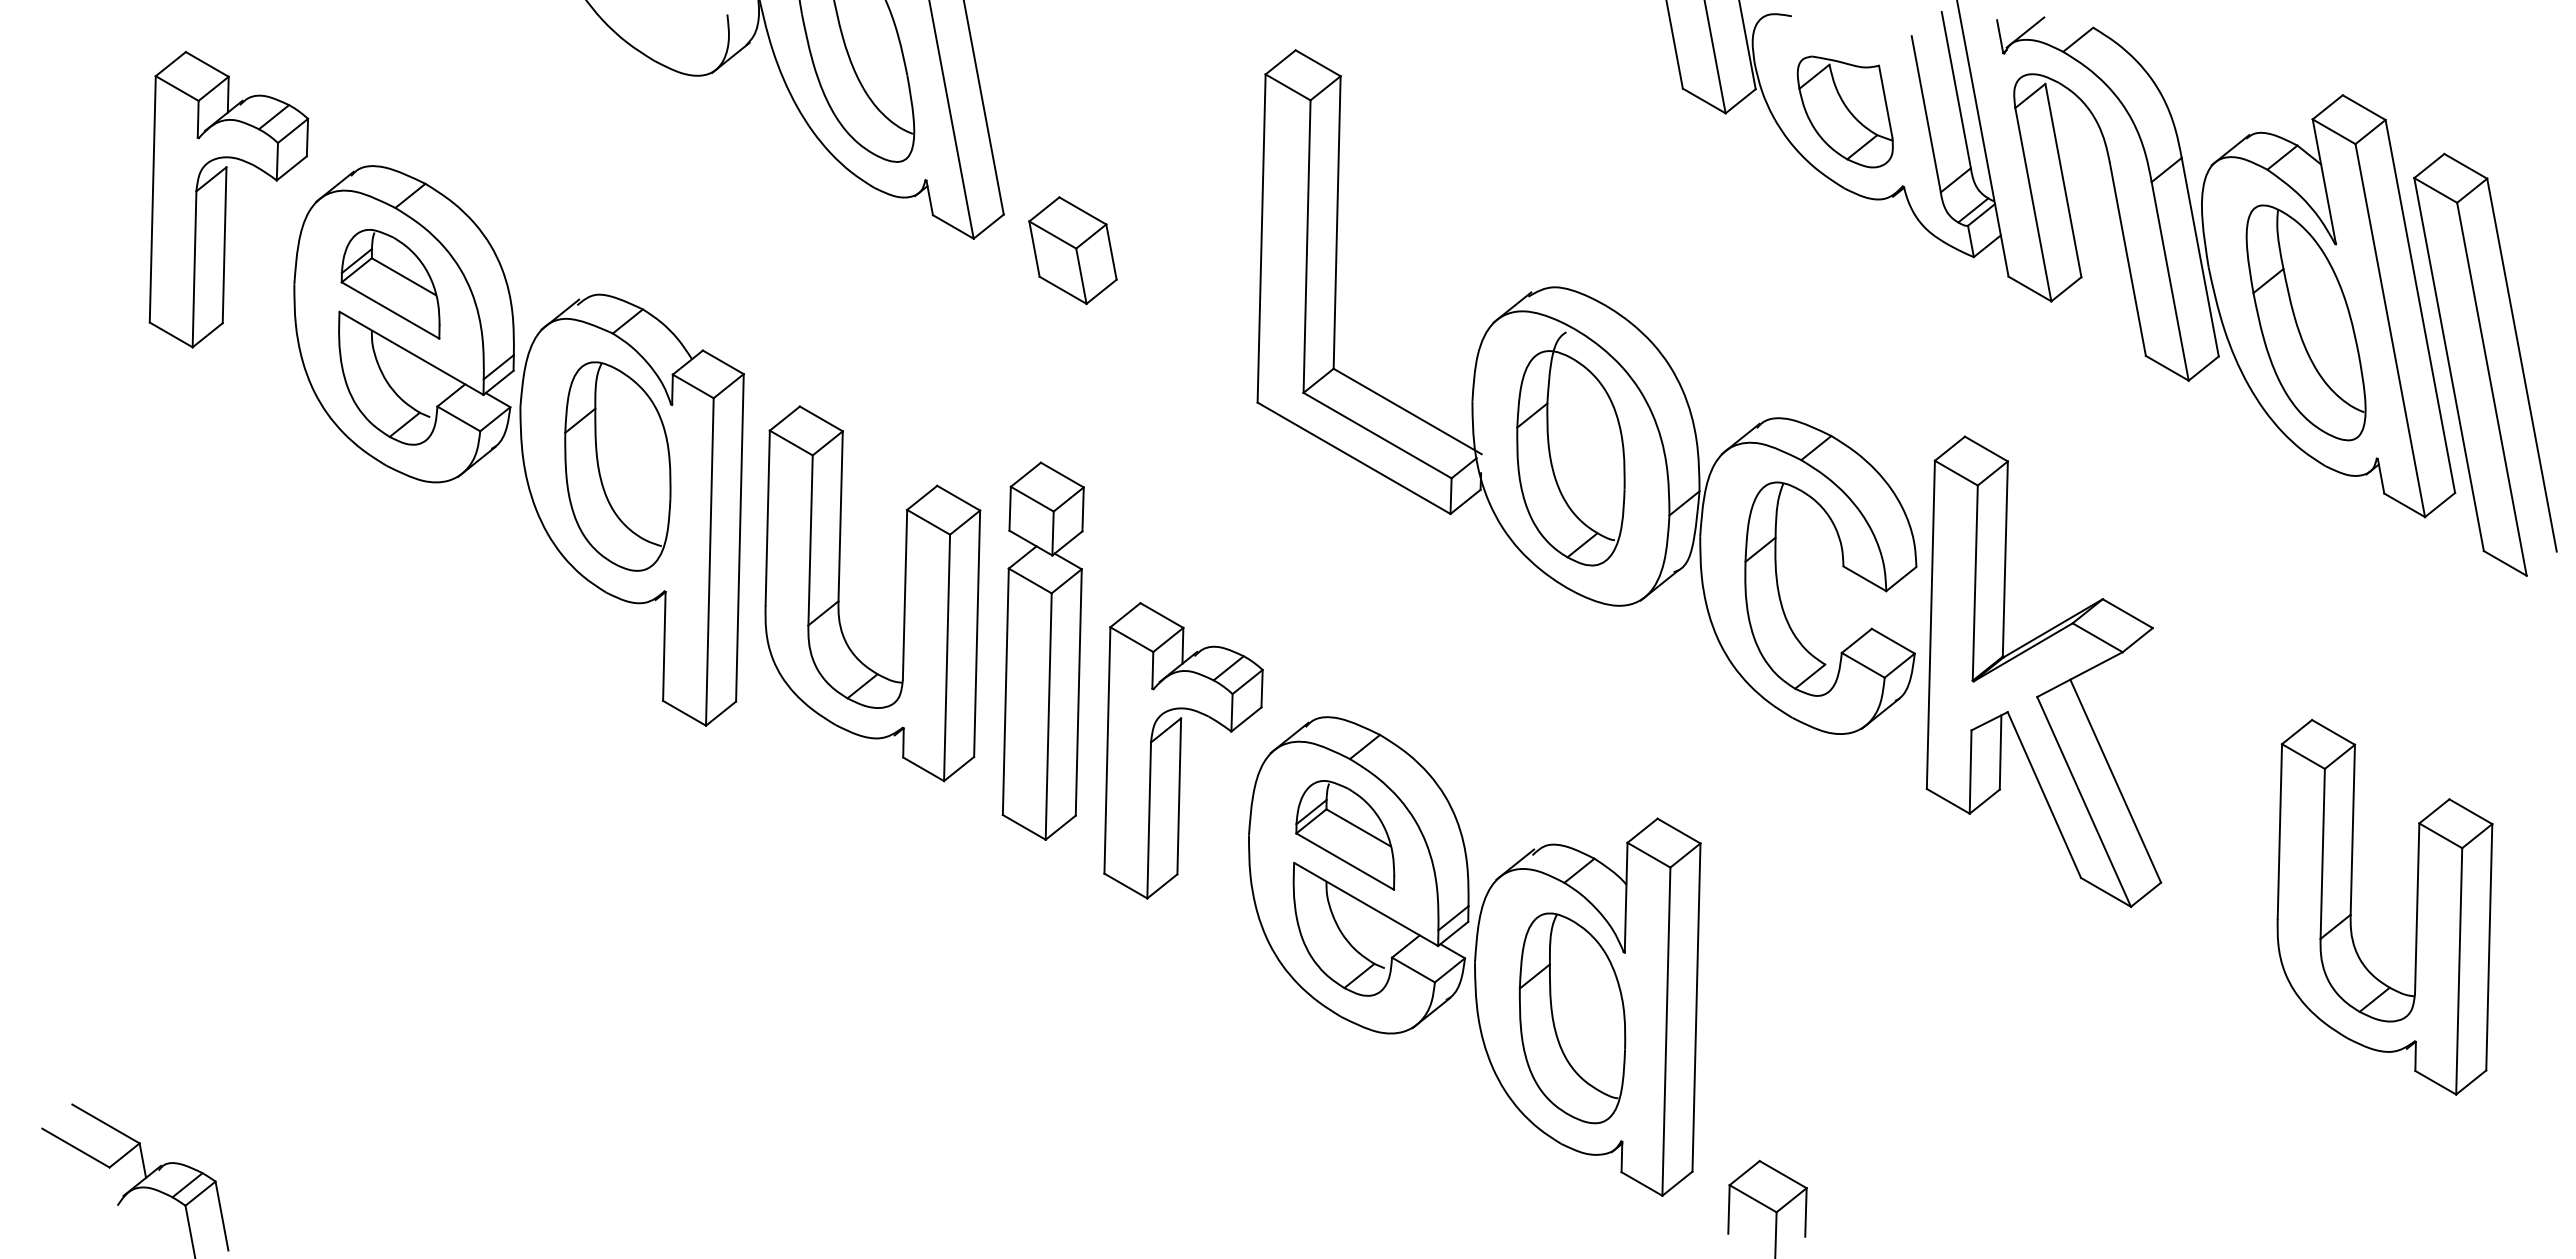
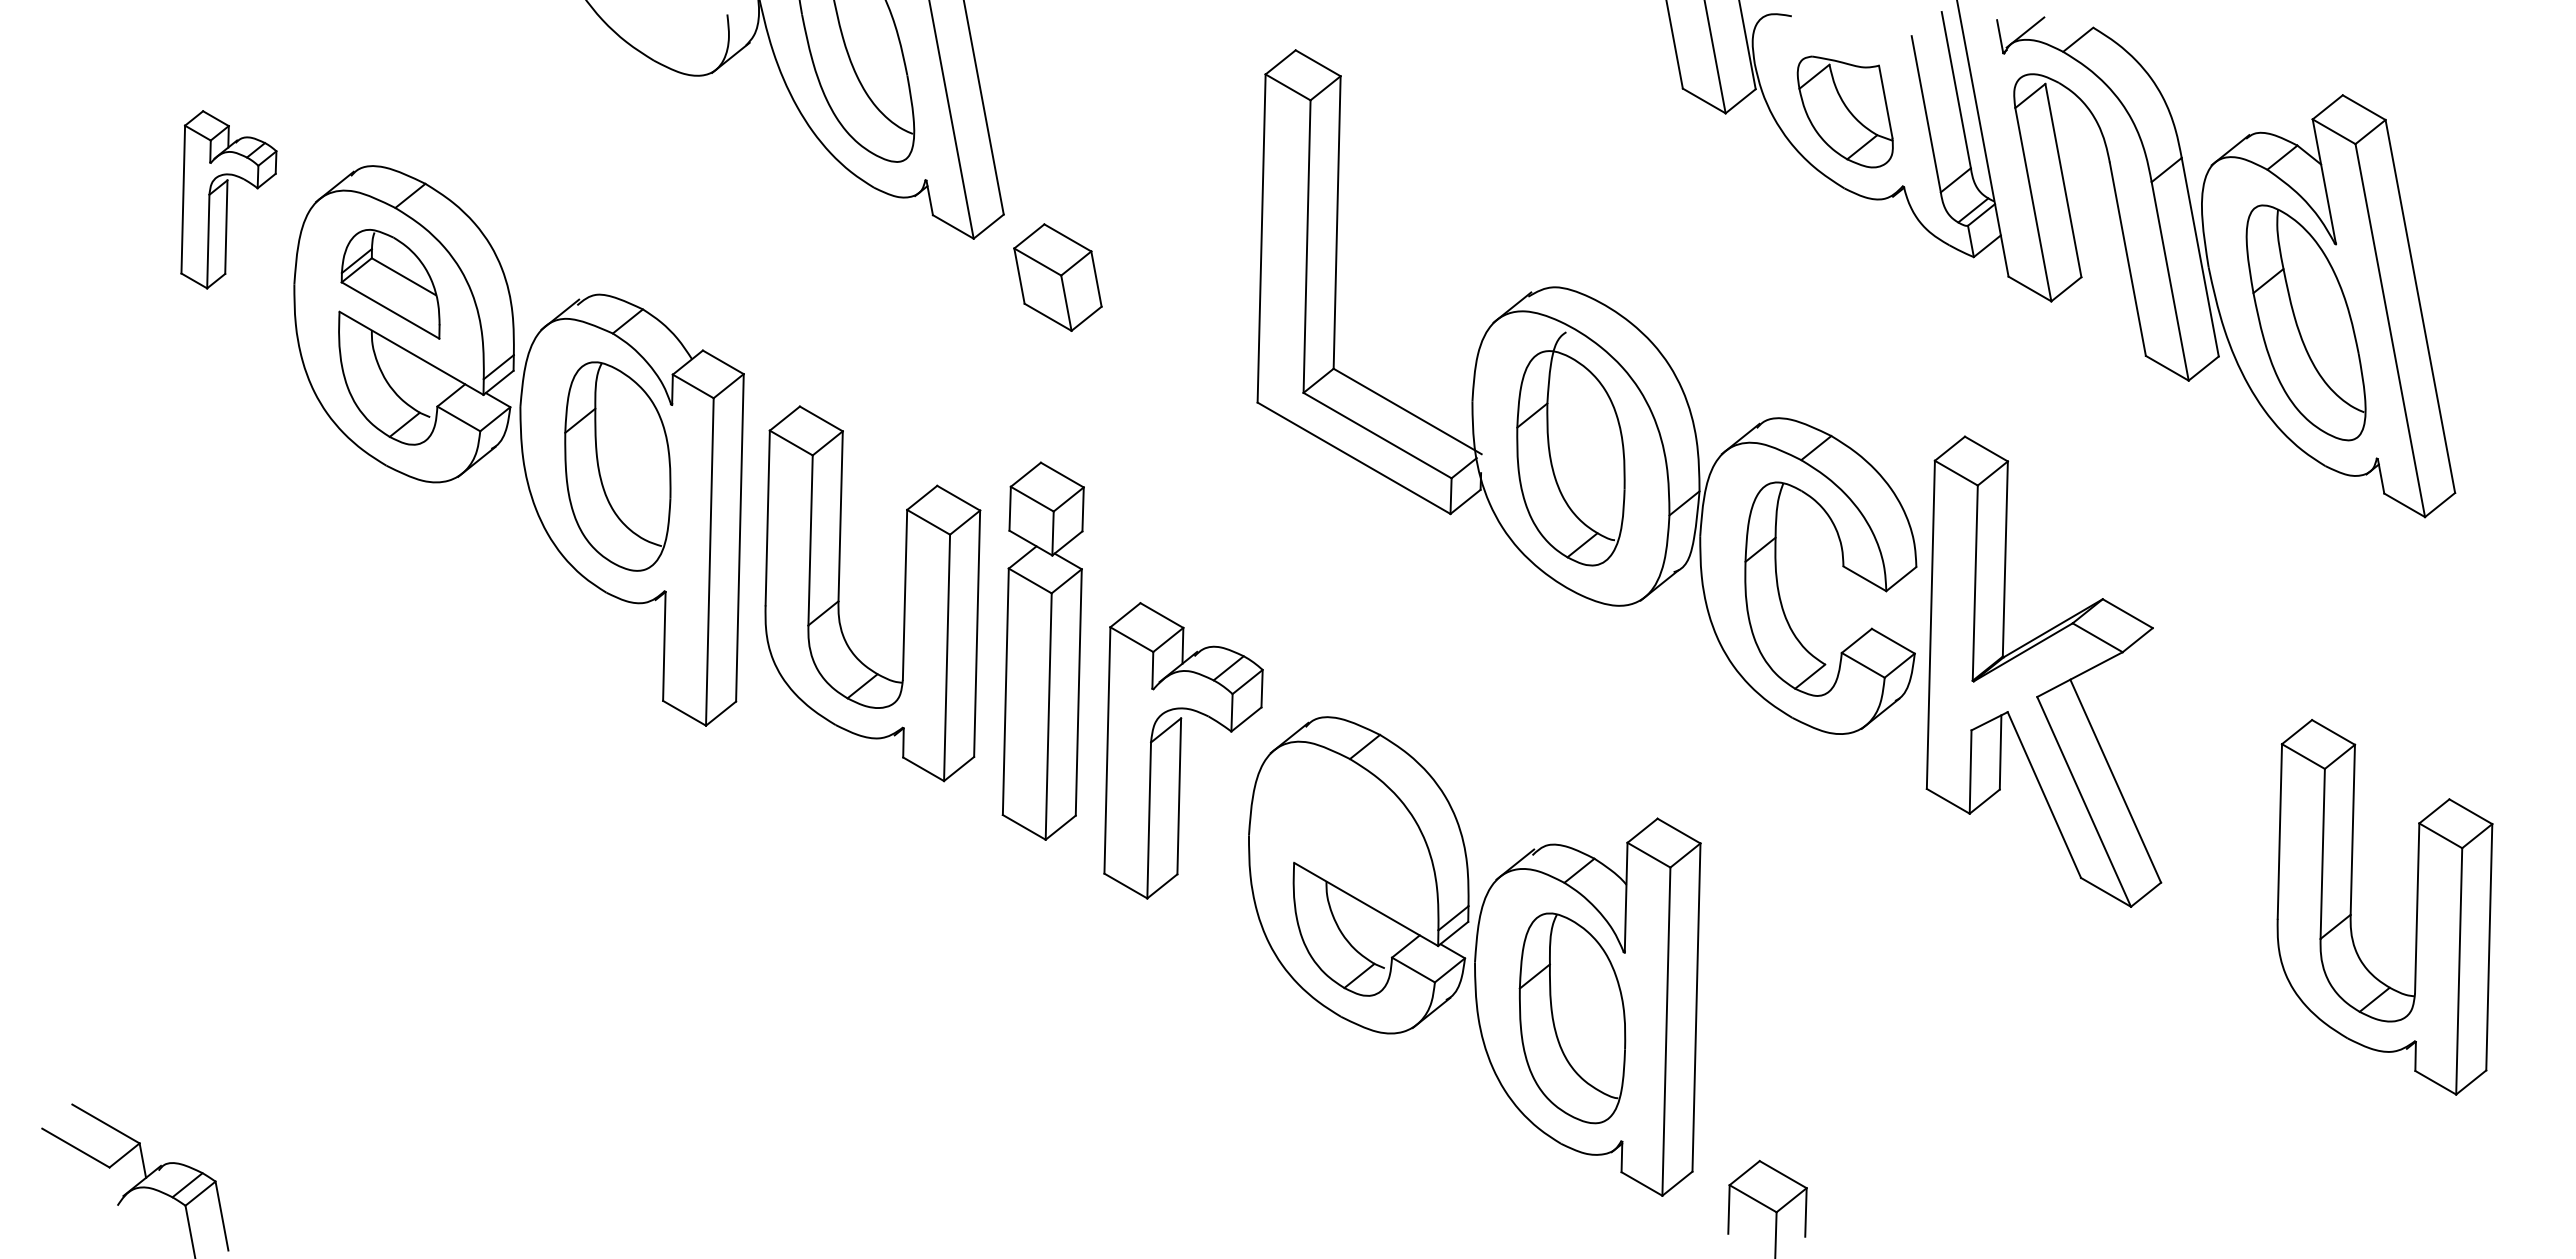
part at (228, 199) size: 162x298 px -> 98x180 px
part at (1072, 250) position: (1072, 250) -> (1057, 277)
part at (2485, 364): present -> none
part at (1345, 835): present -> none
